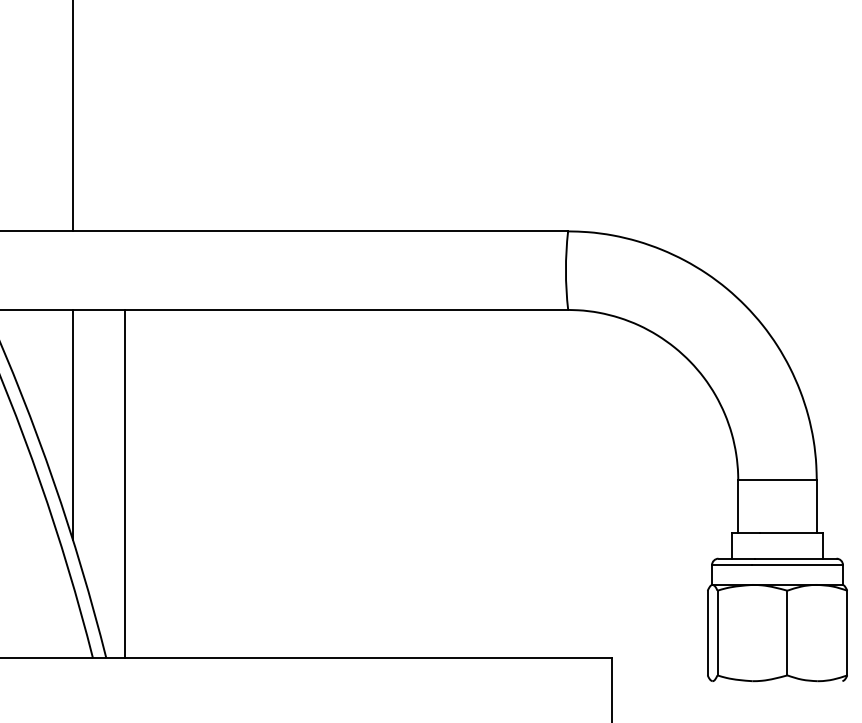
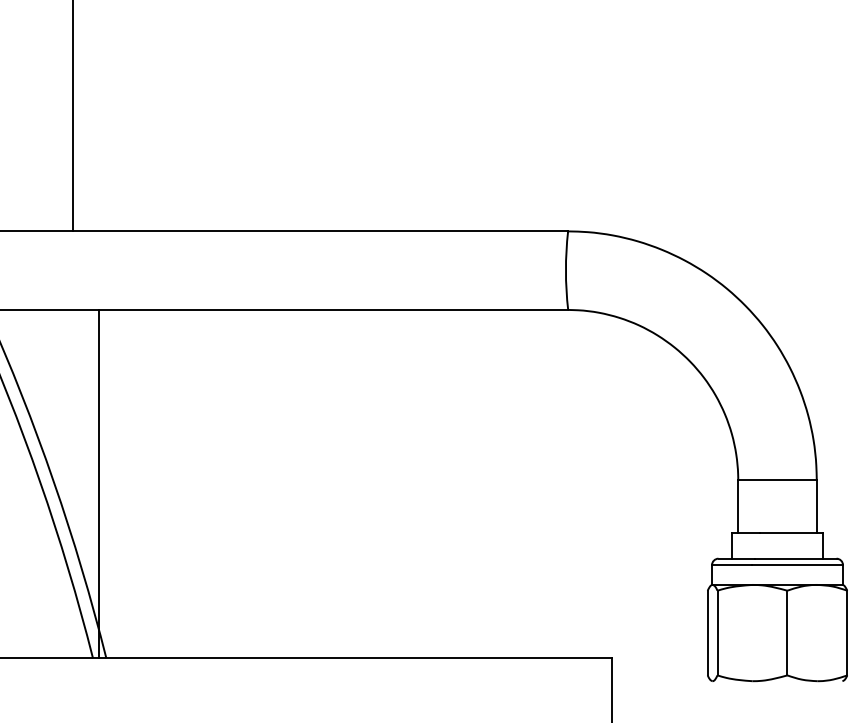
line at (73, 424): present -> none
line at (125, 483) position: (125, 483) -> (99, 483)
